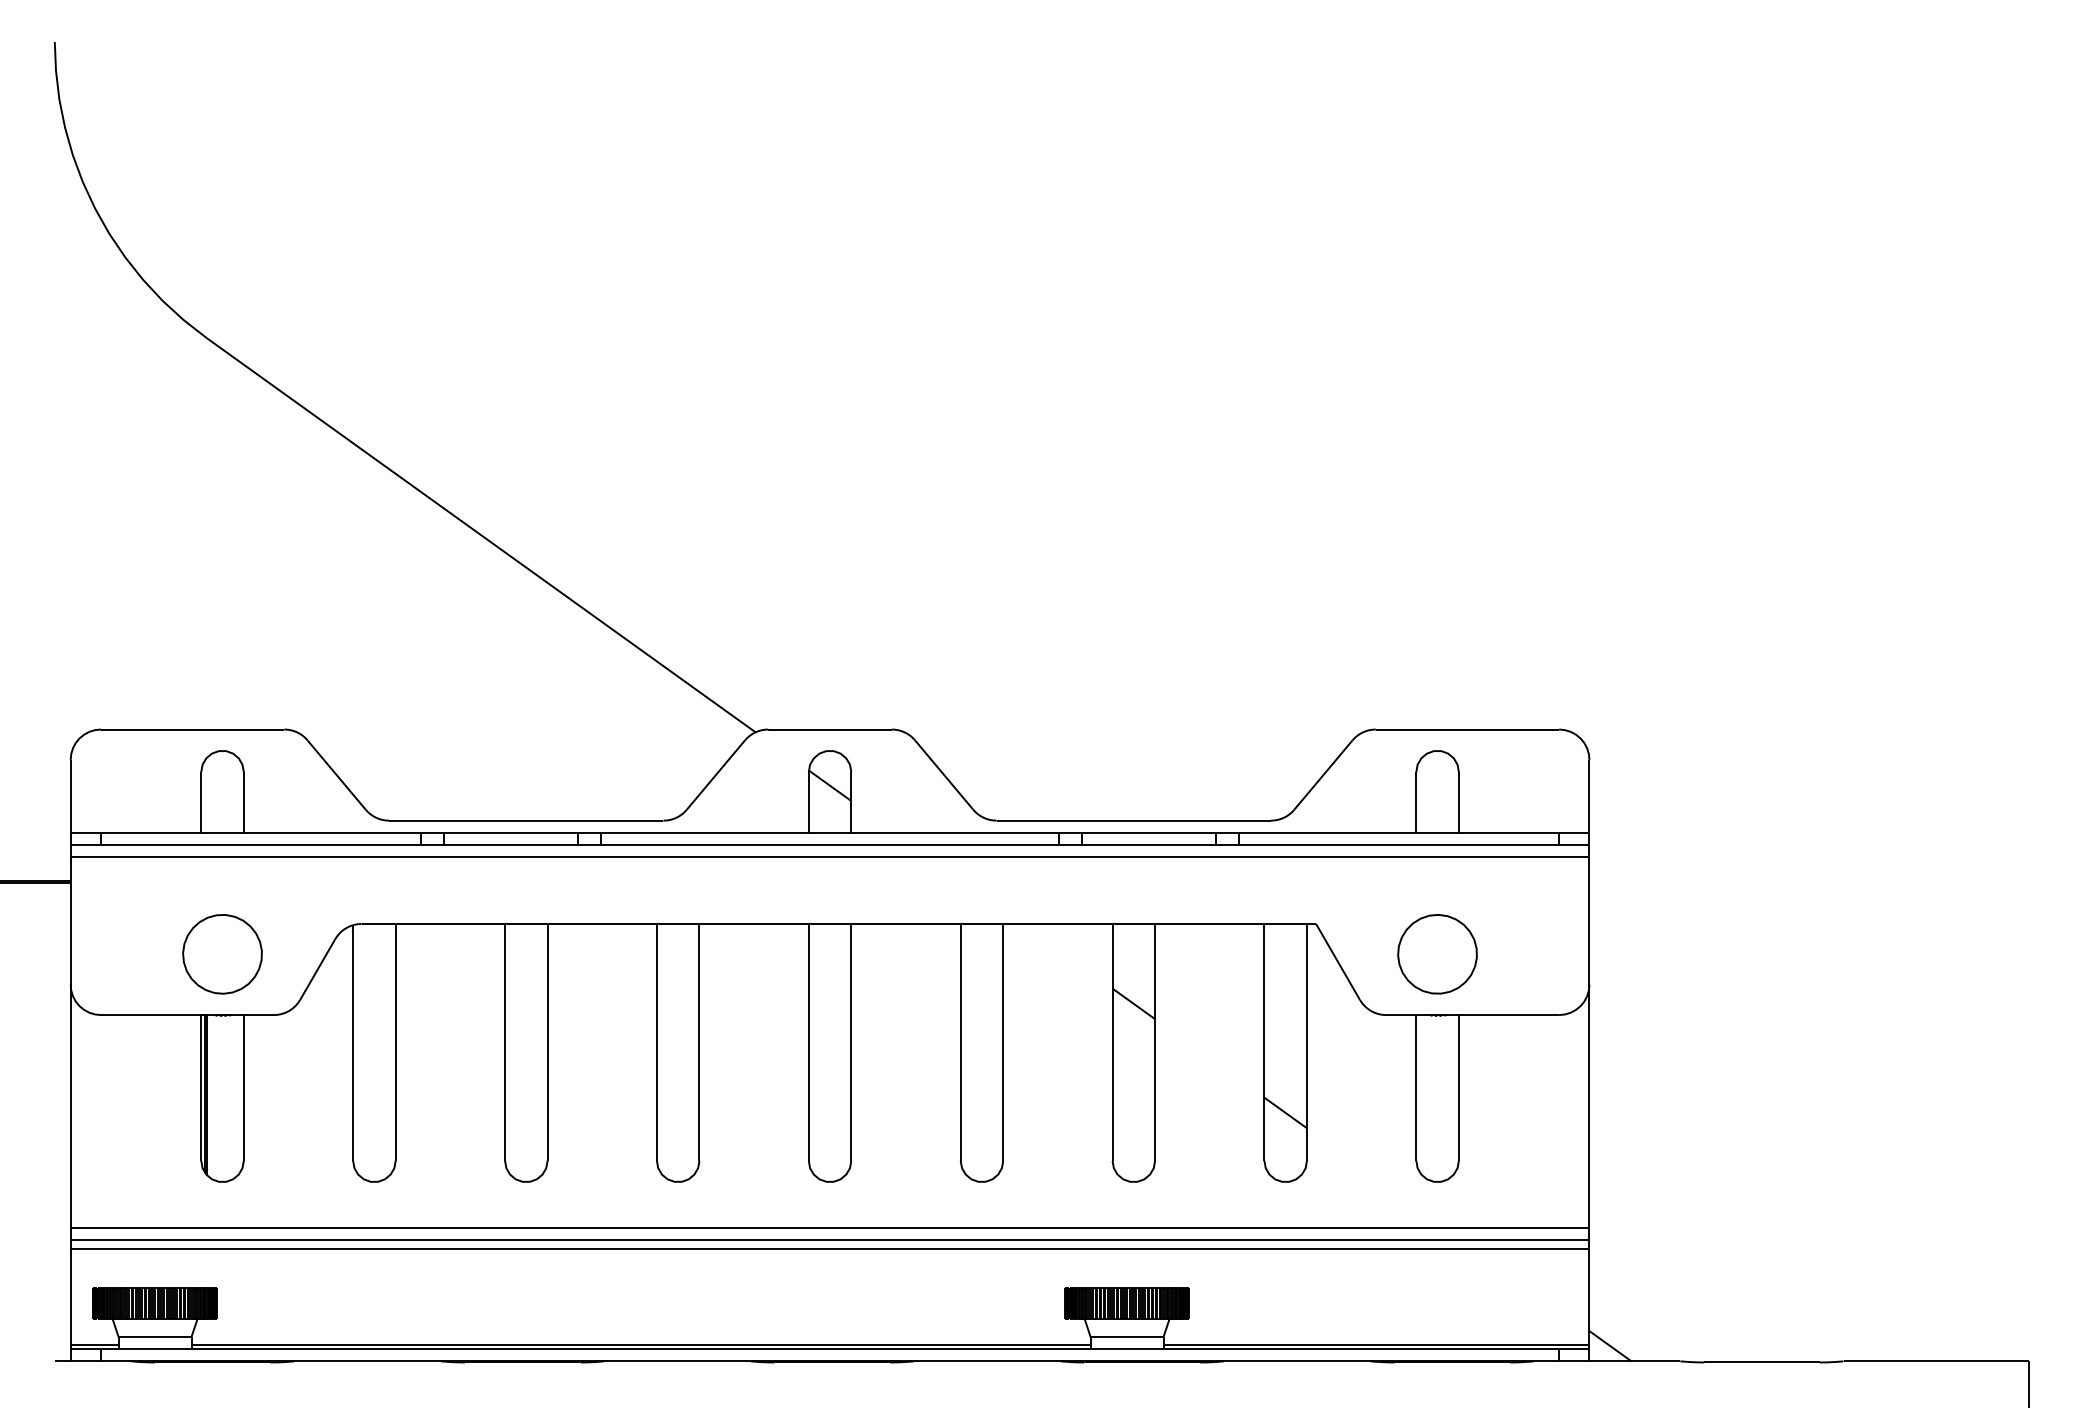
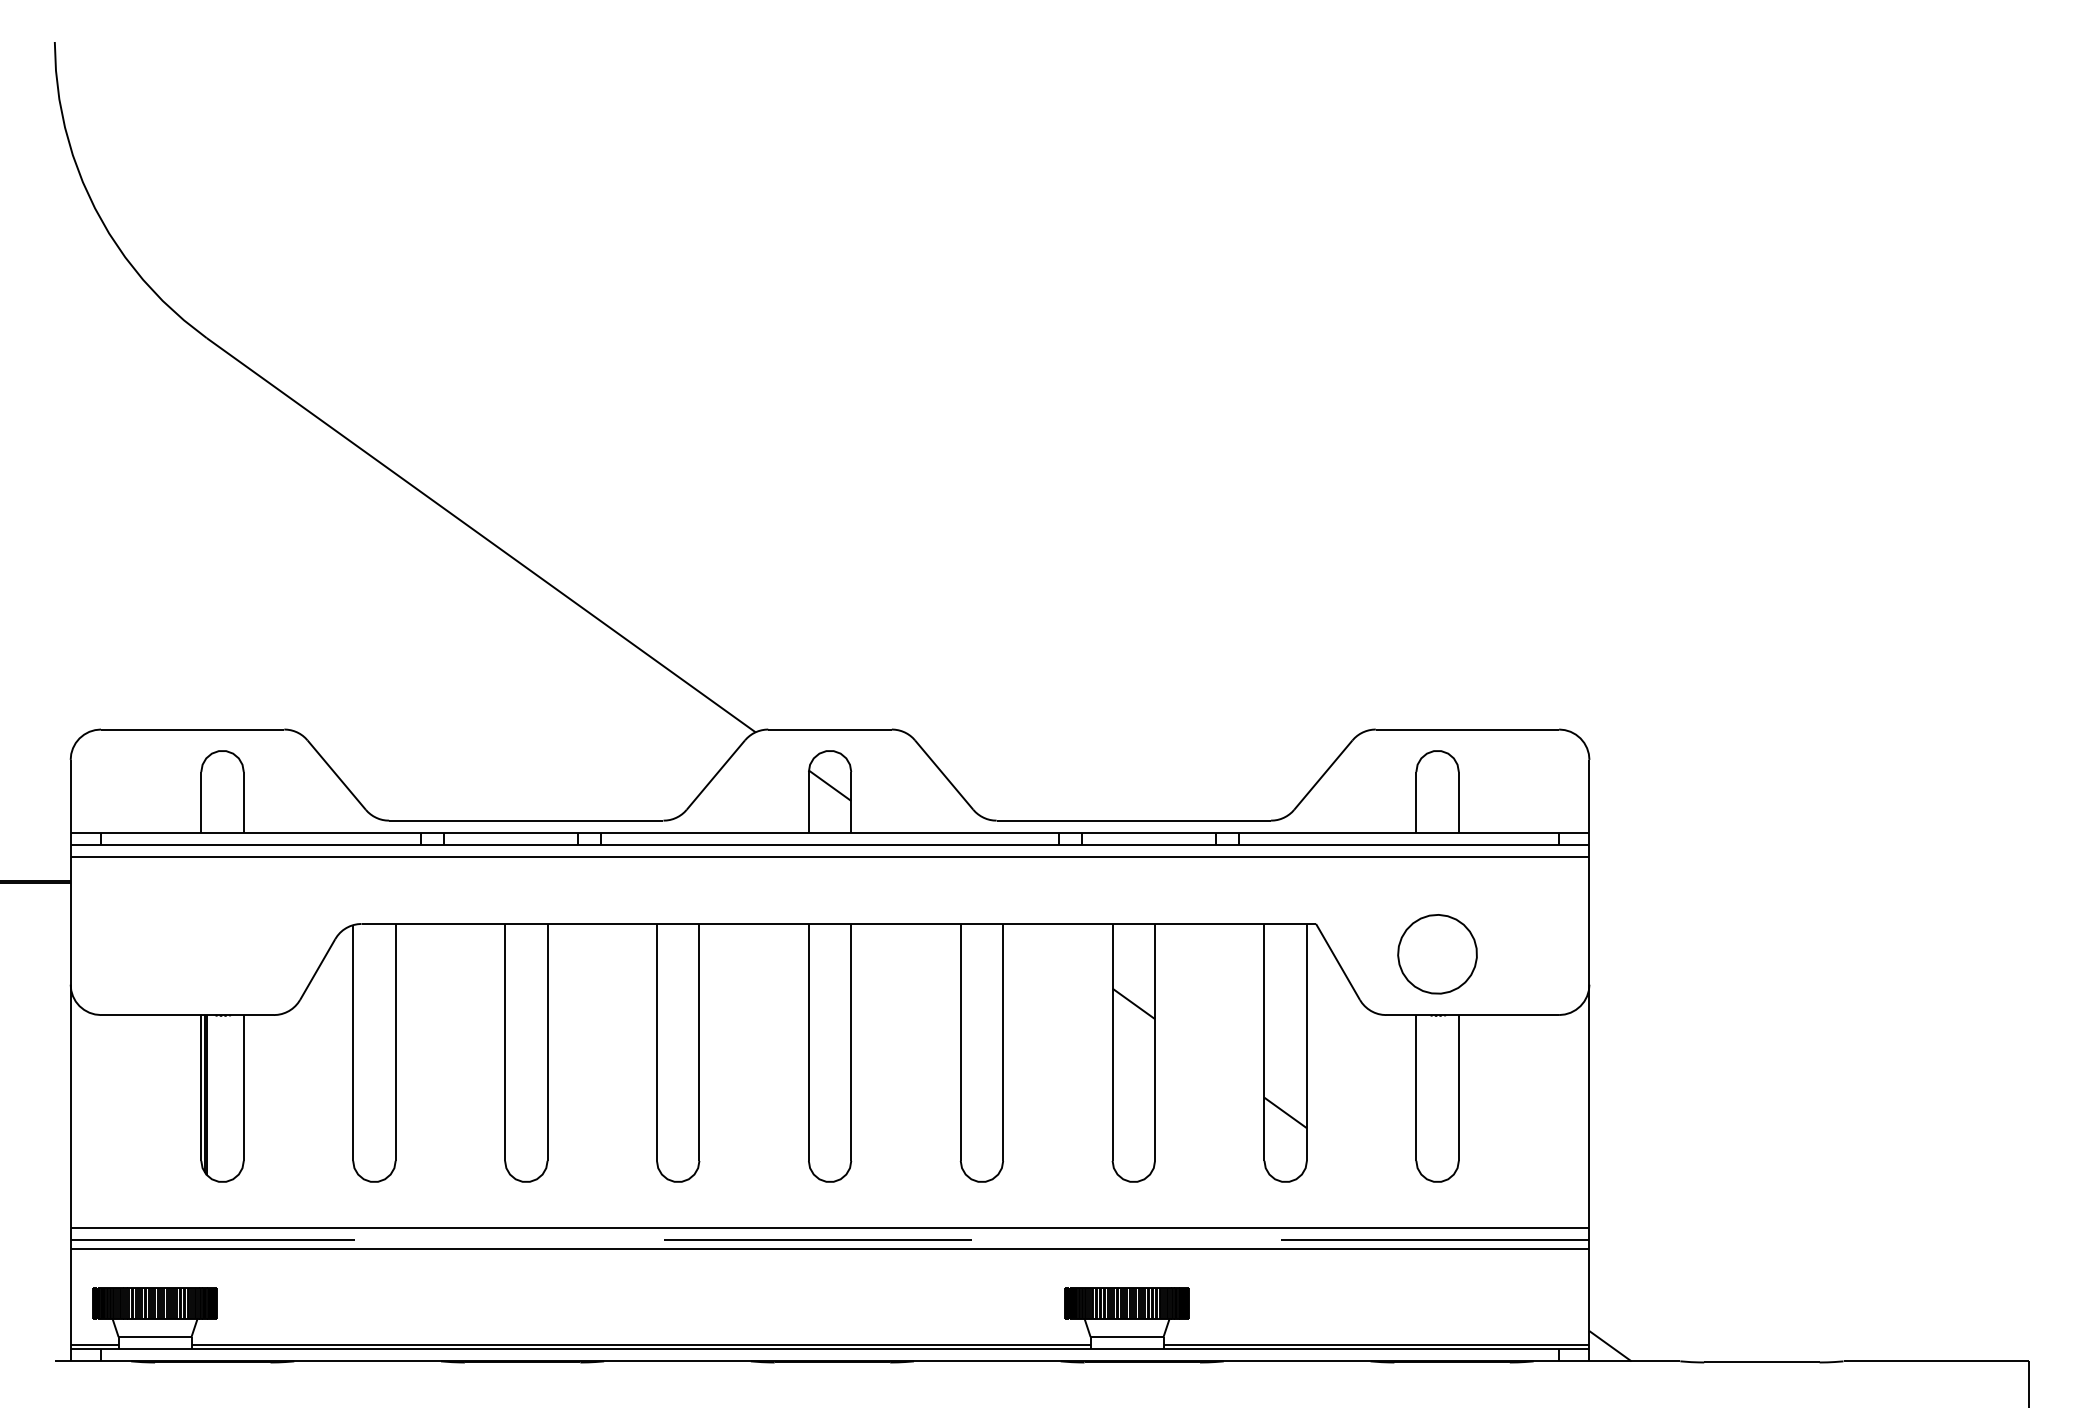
part at (222, 954): present -> none
line at (829, 1239): solid -> dashed
